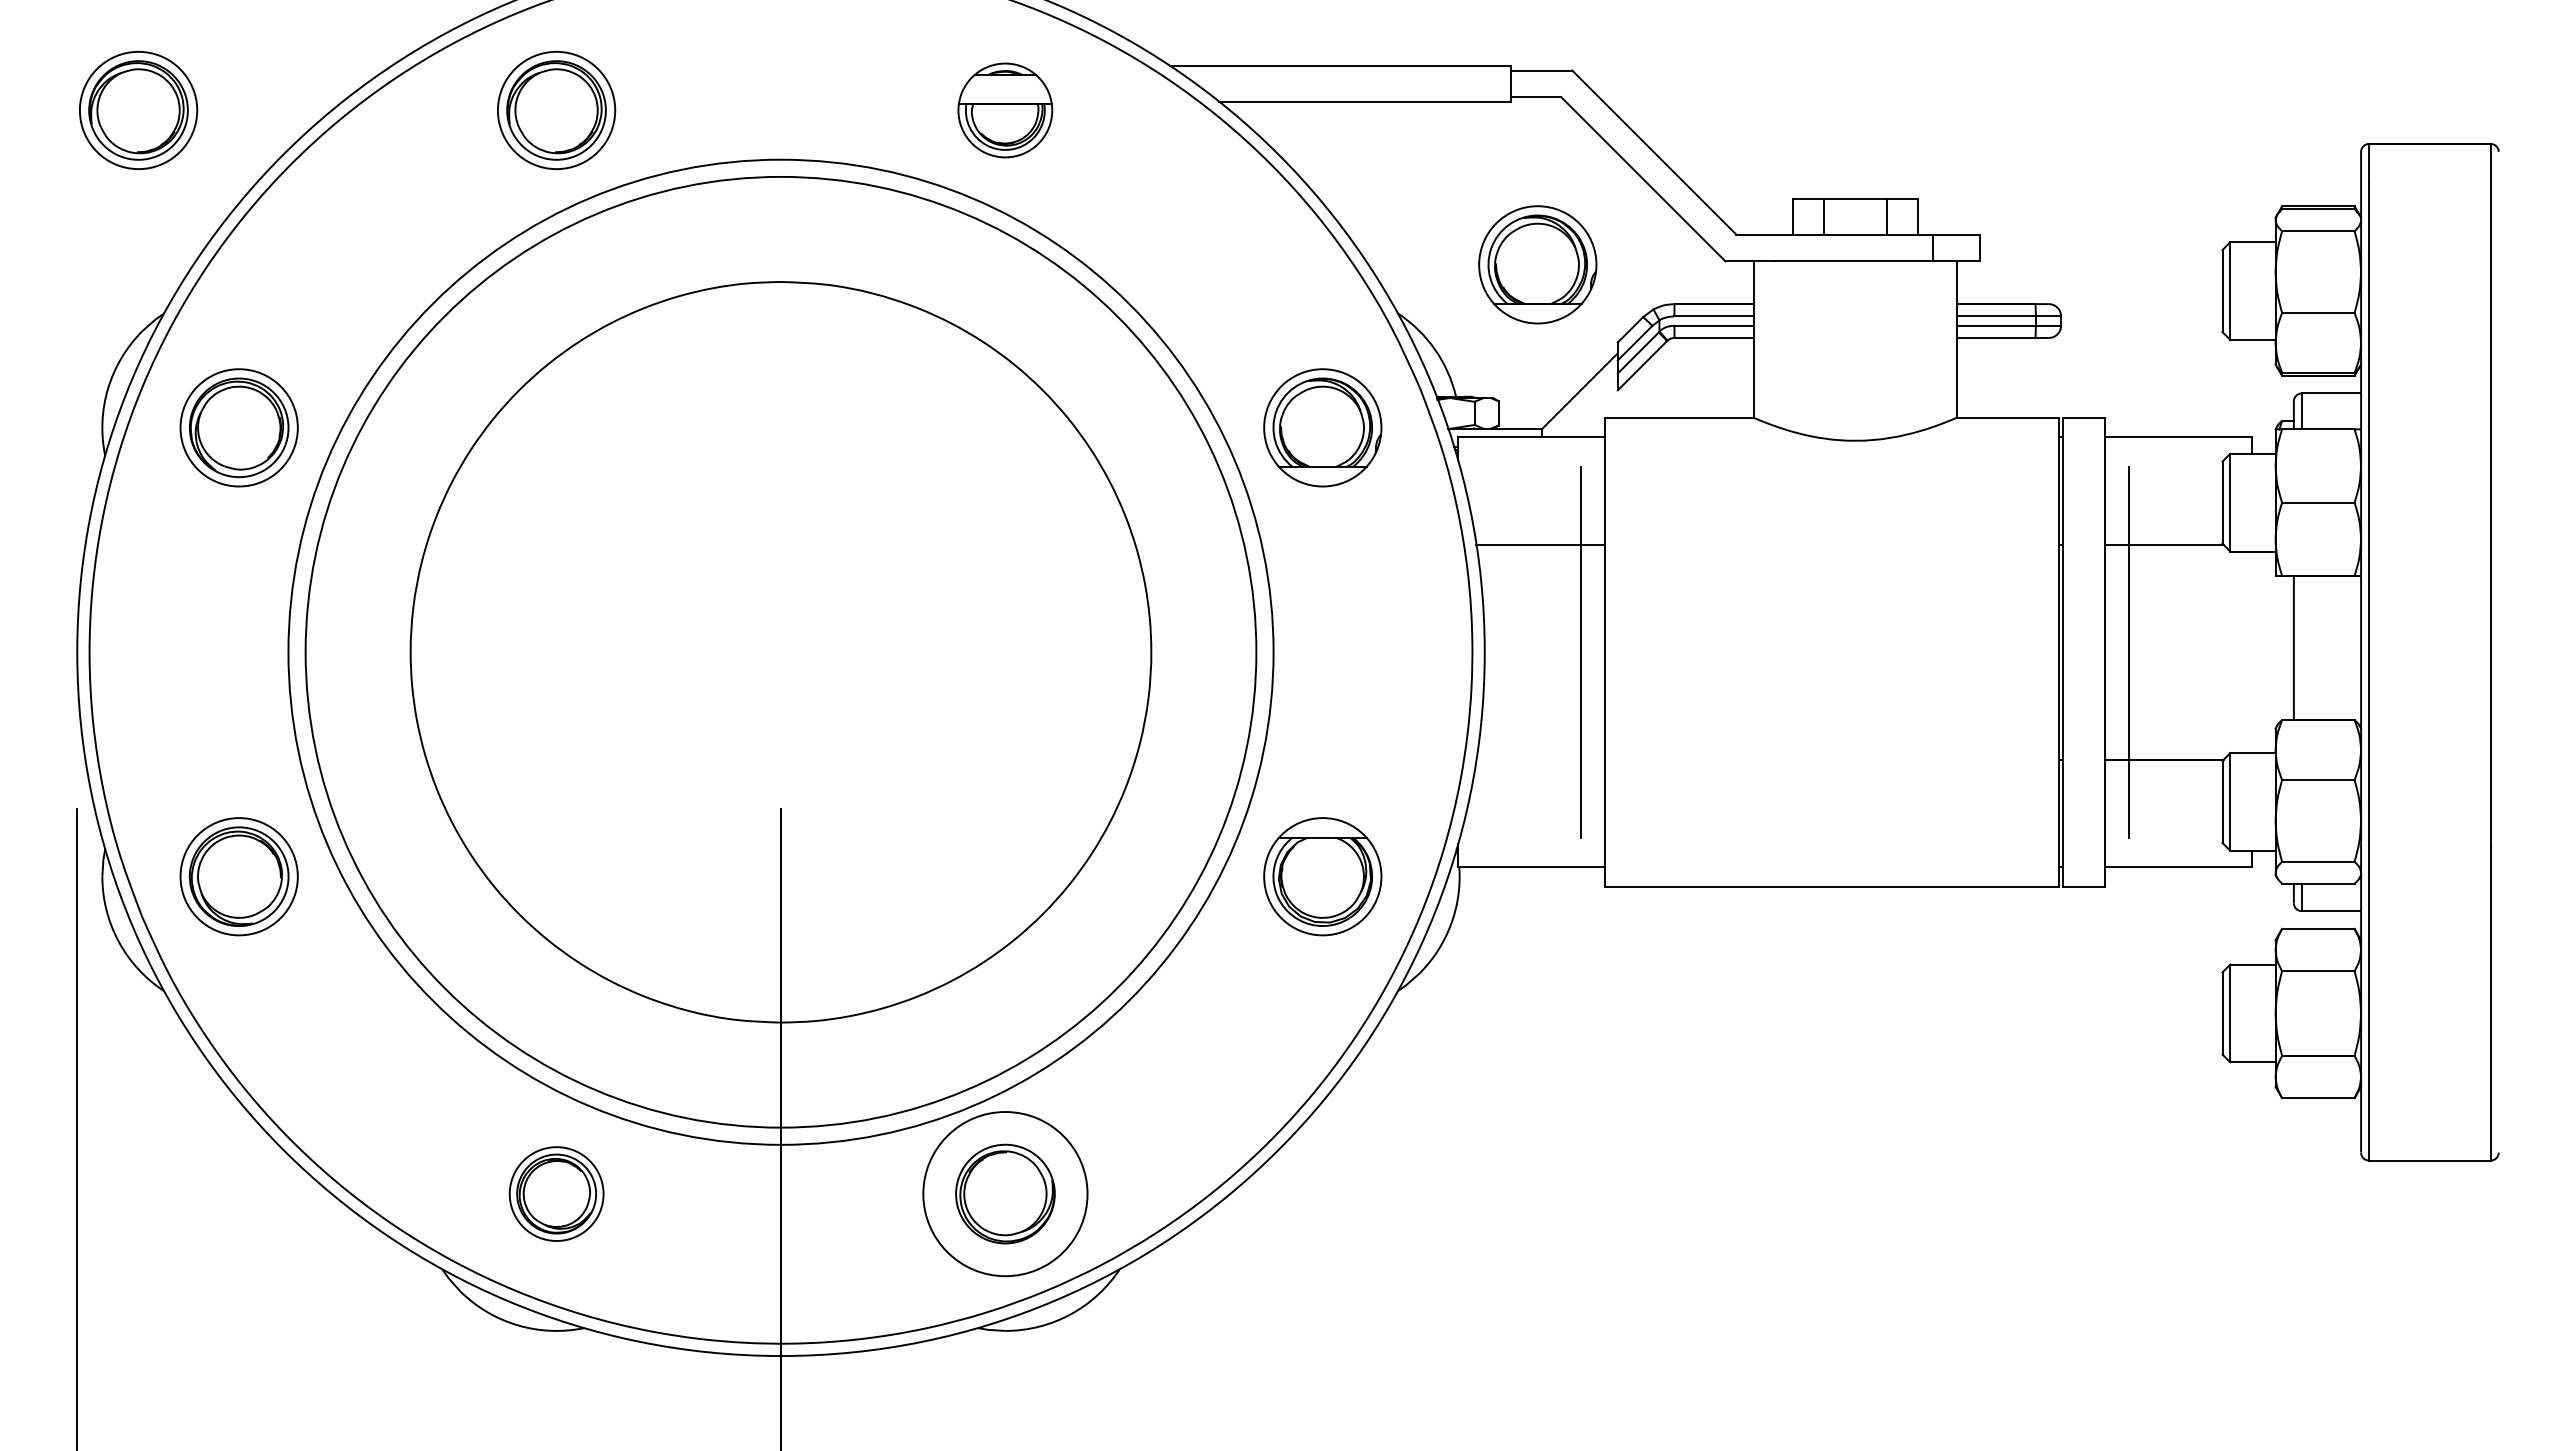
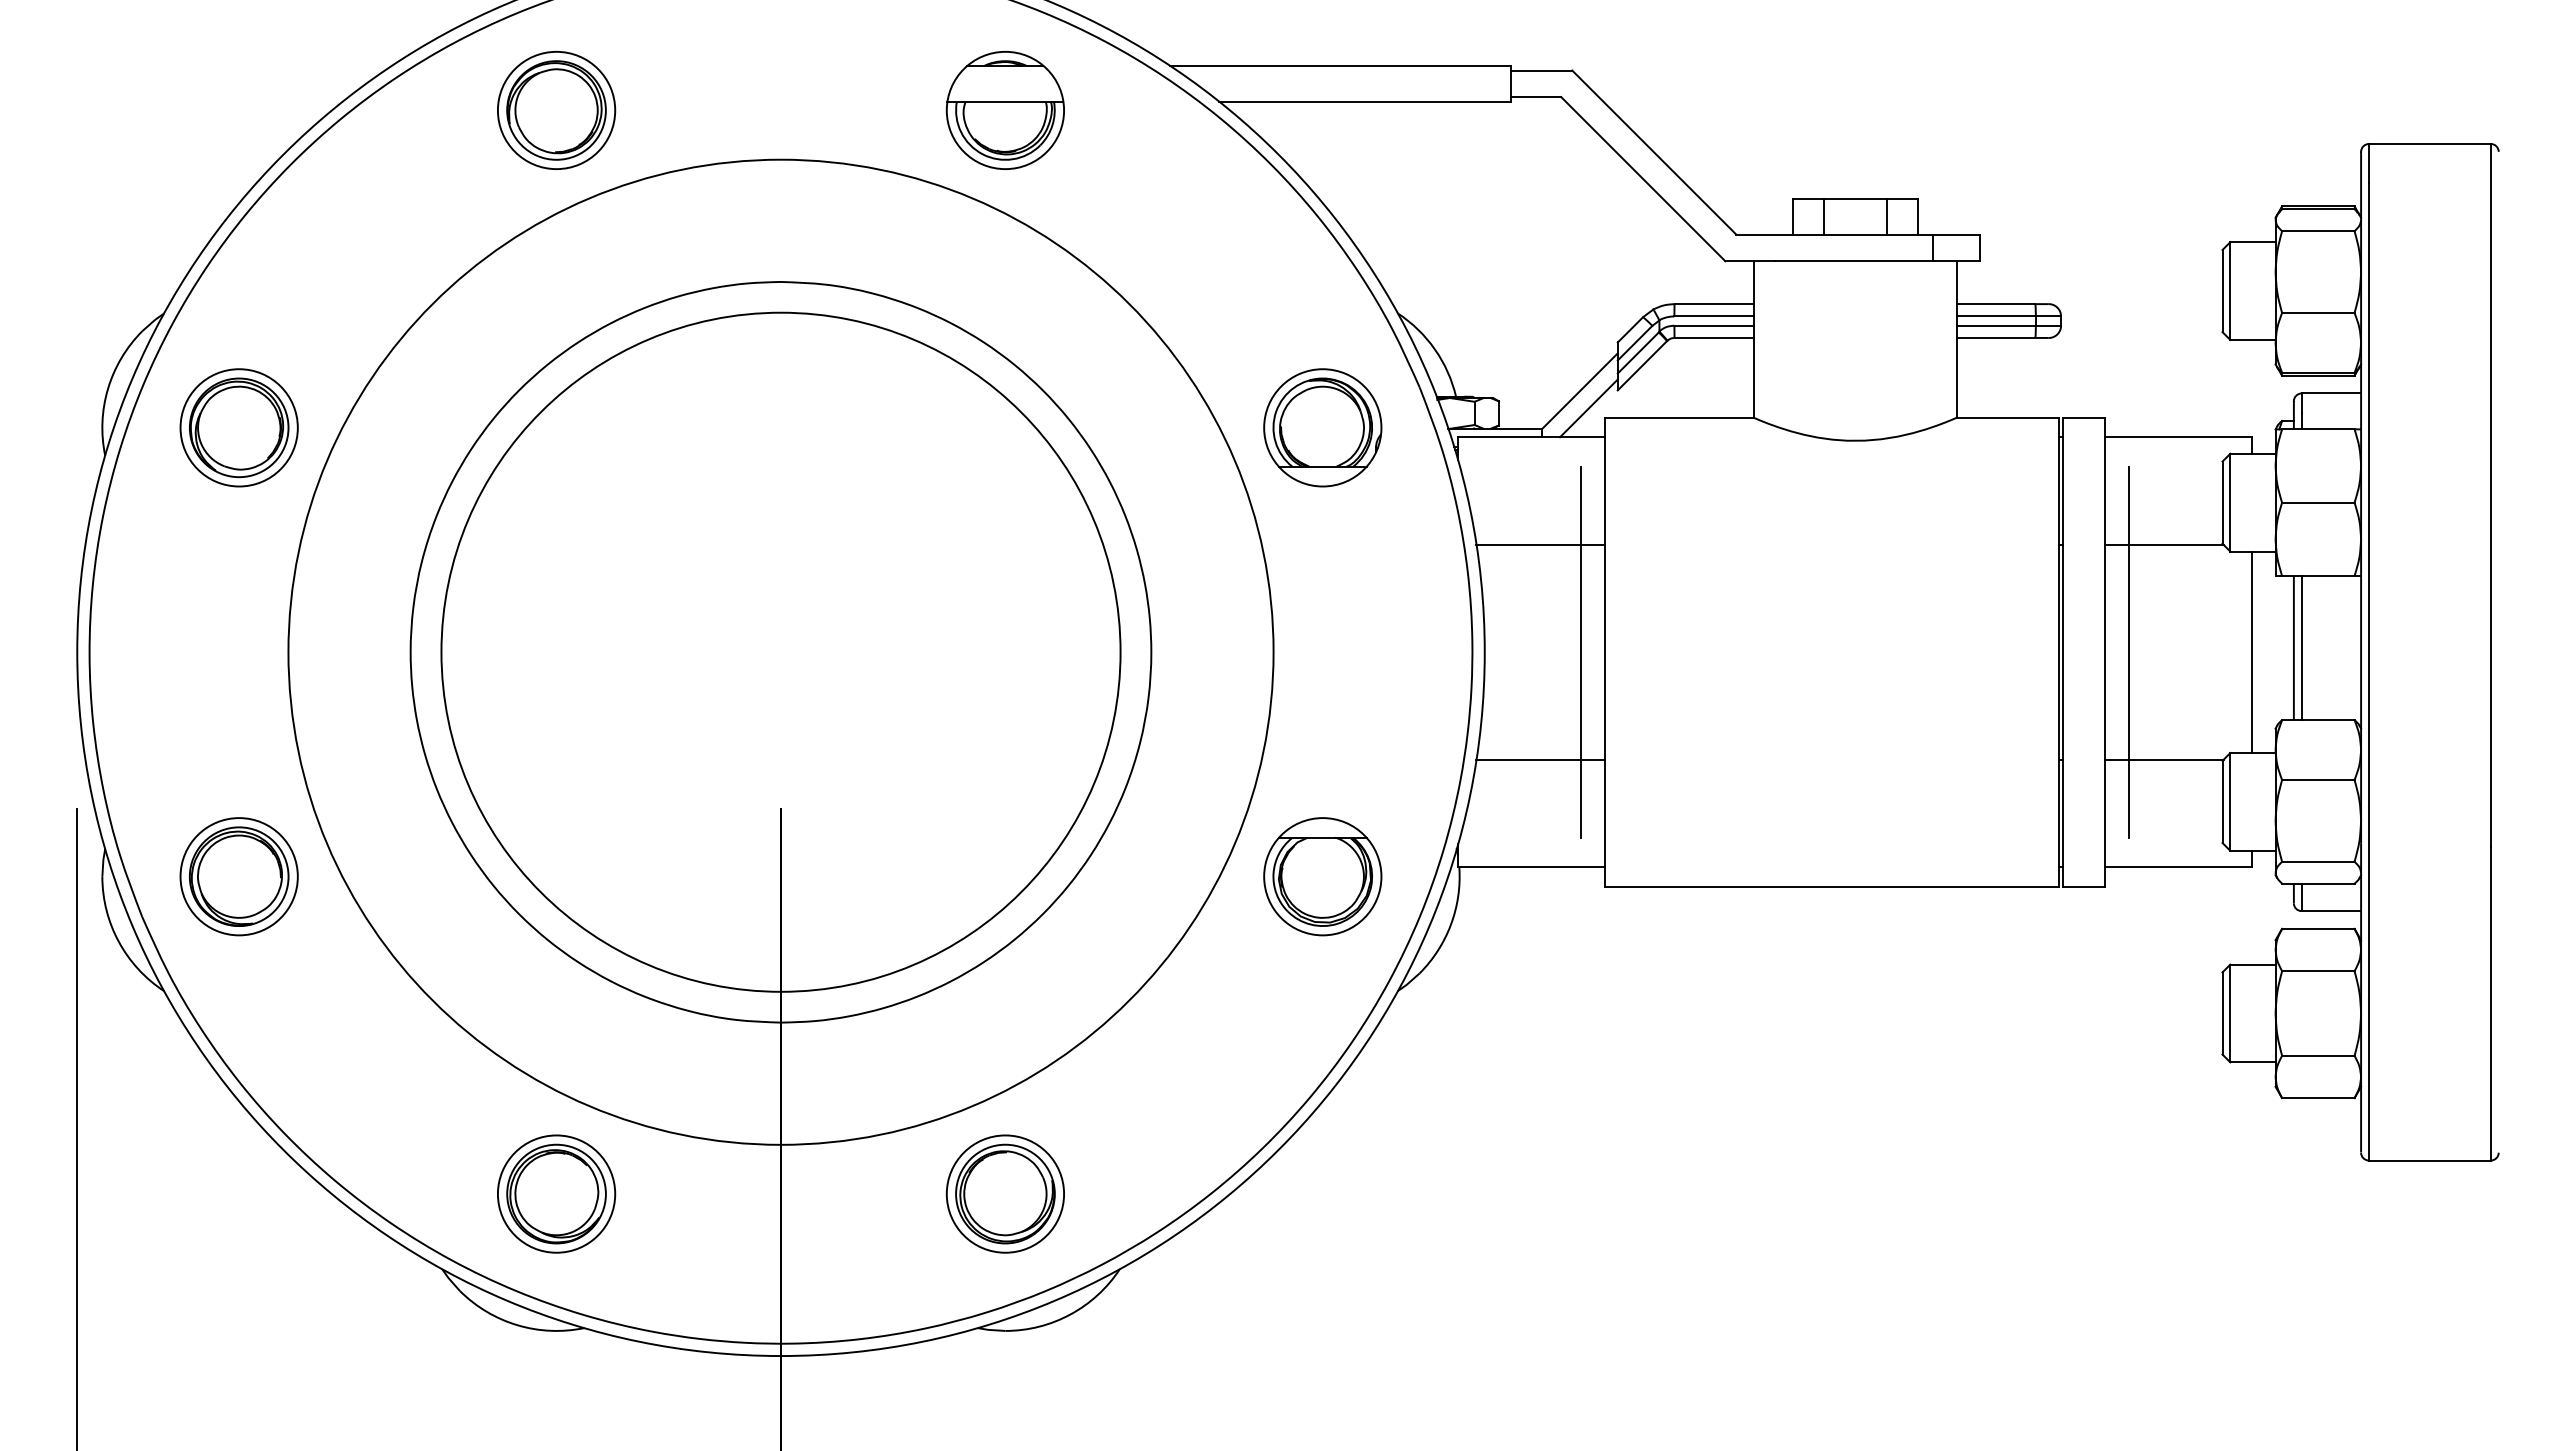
part at (138, 110): present -> none
part at (1005, 110) size: 97x97 px -> 120x119 px
part at (1537, 264): present -> none
line at (1588, 408): none -> present
line at (2301, 647): none -> present
circle at (780, 651) diameter: 951 px -> 679 px
line at (2252, 652): none -> present
line at (1540, 759): none -> present
part at (556, 1193) size: 97x96 px -> 120x120 px
circle at (1005, 1194) diameter: 164 px -> 117 px
